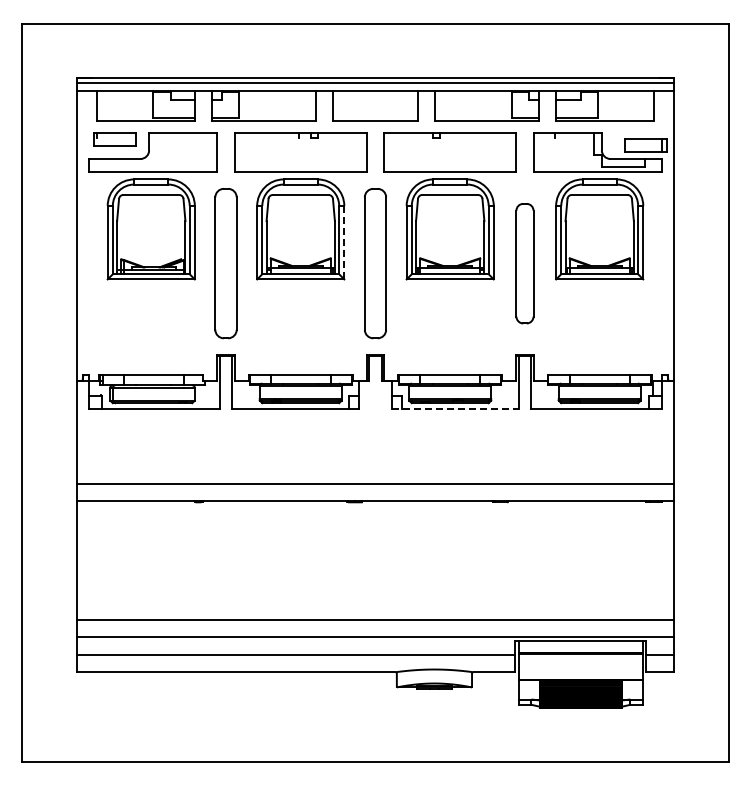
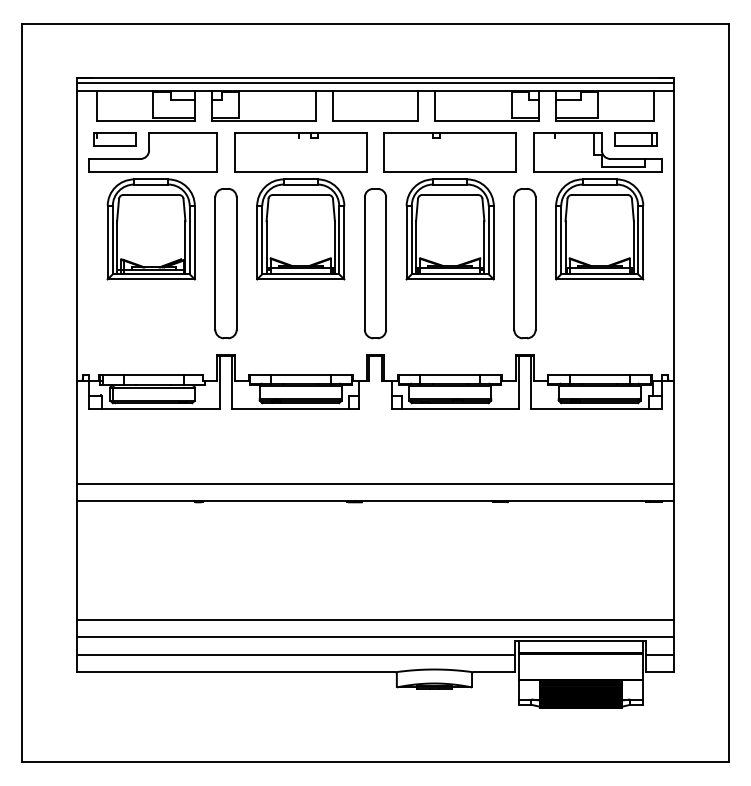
part at (645, 145) position: (645, 145) -> (635, 139)
line at (344, 242): dashed -> solid
part at (524, 263) size: 20x122 px -> 24x152 px
line at (455, 409): dashed -> solid
